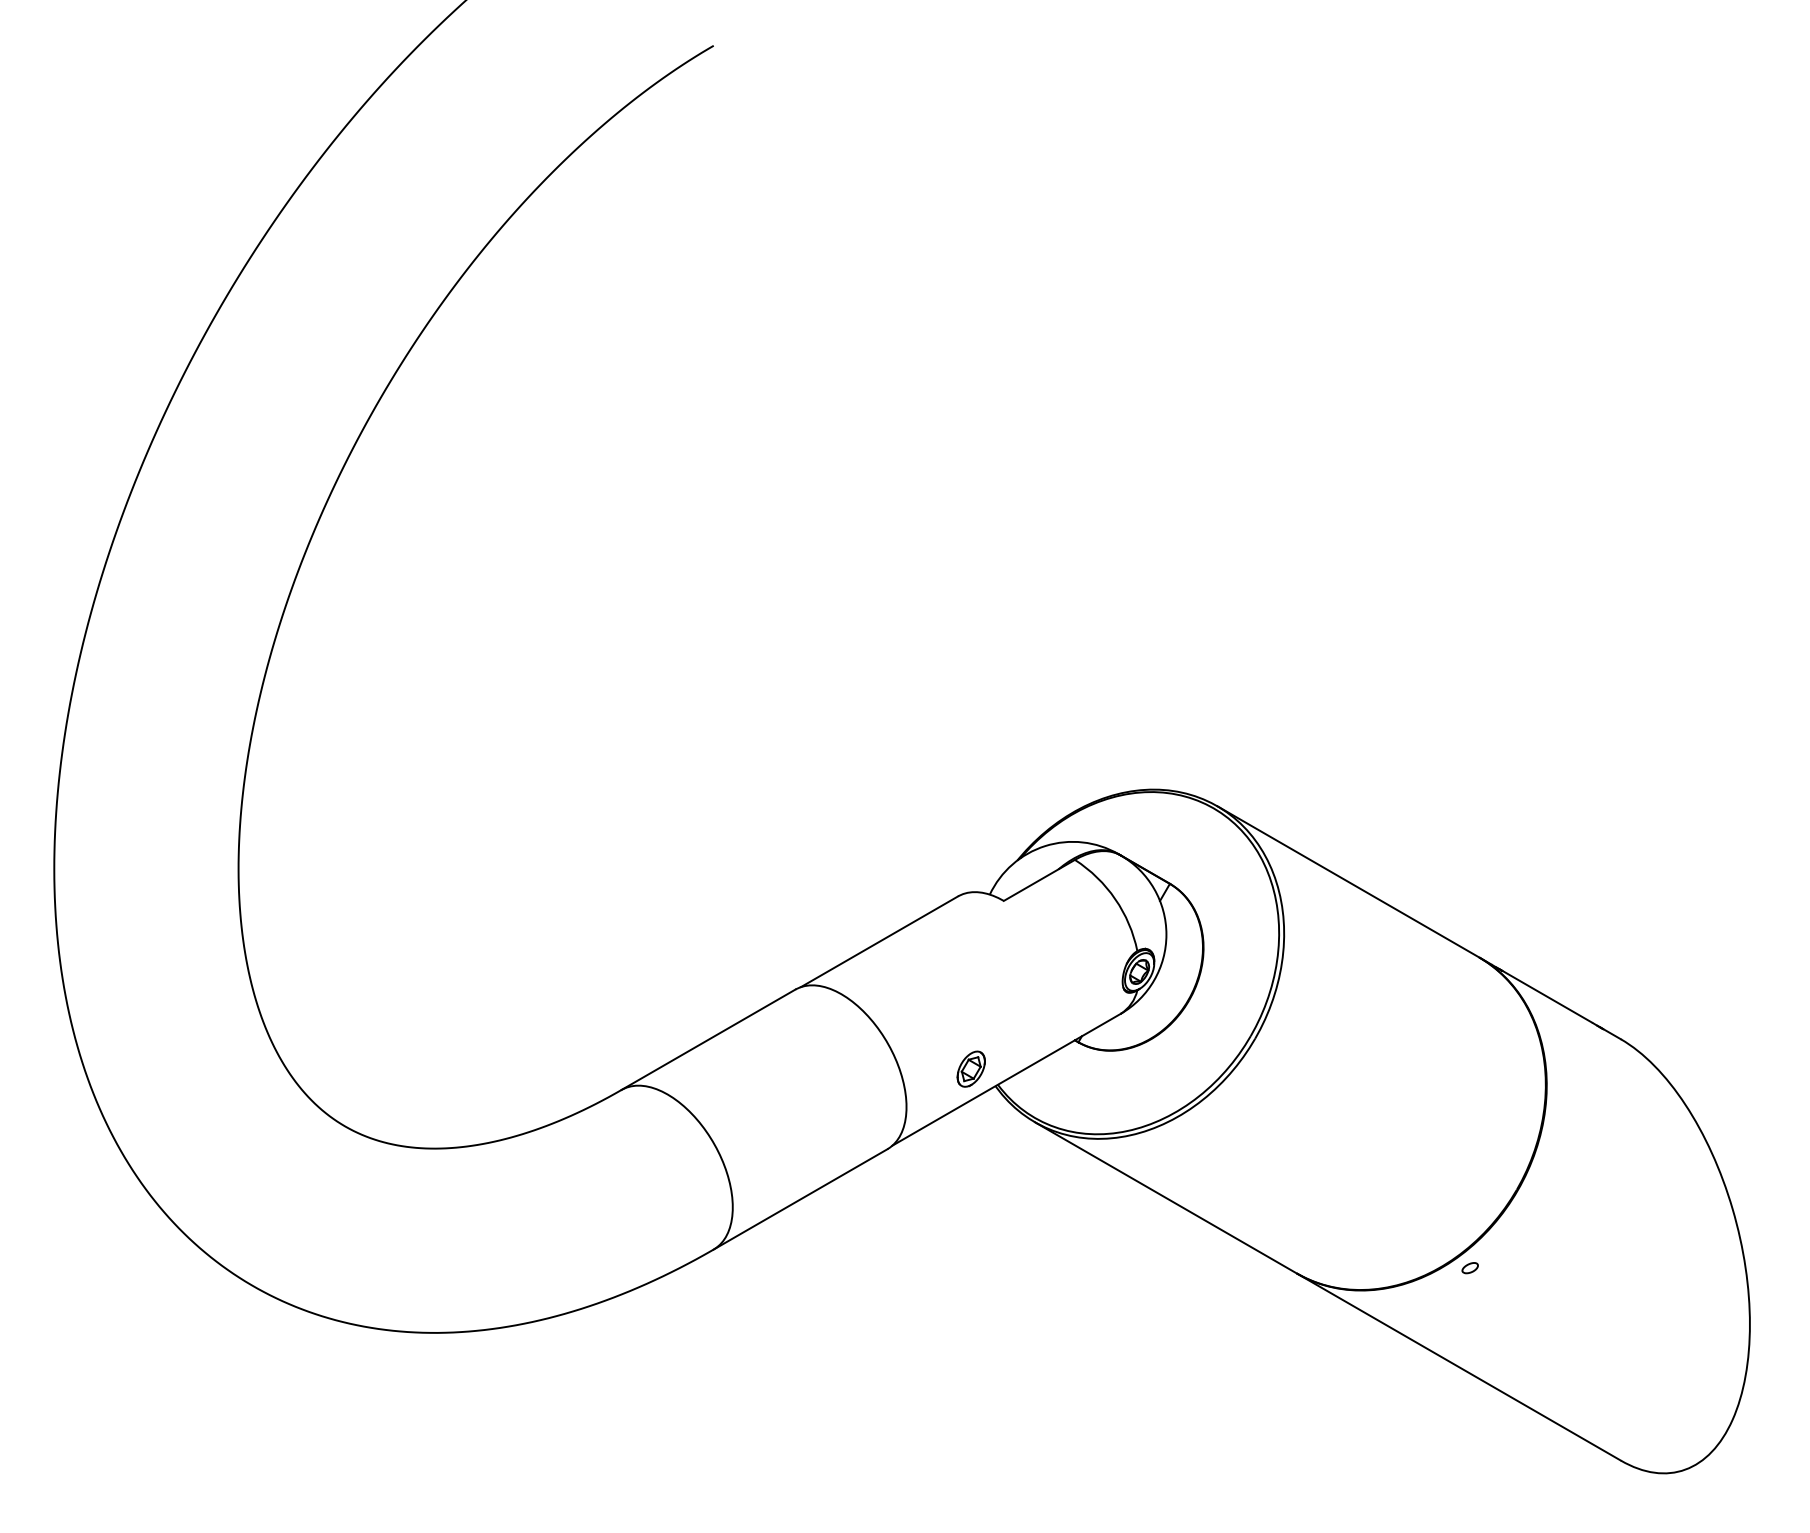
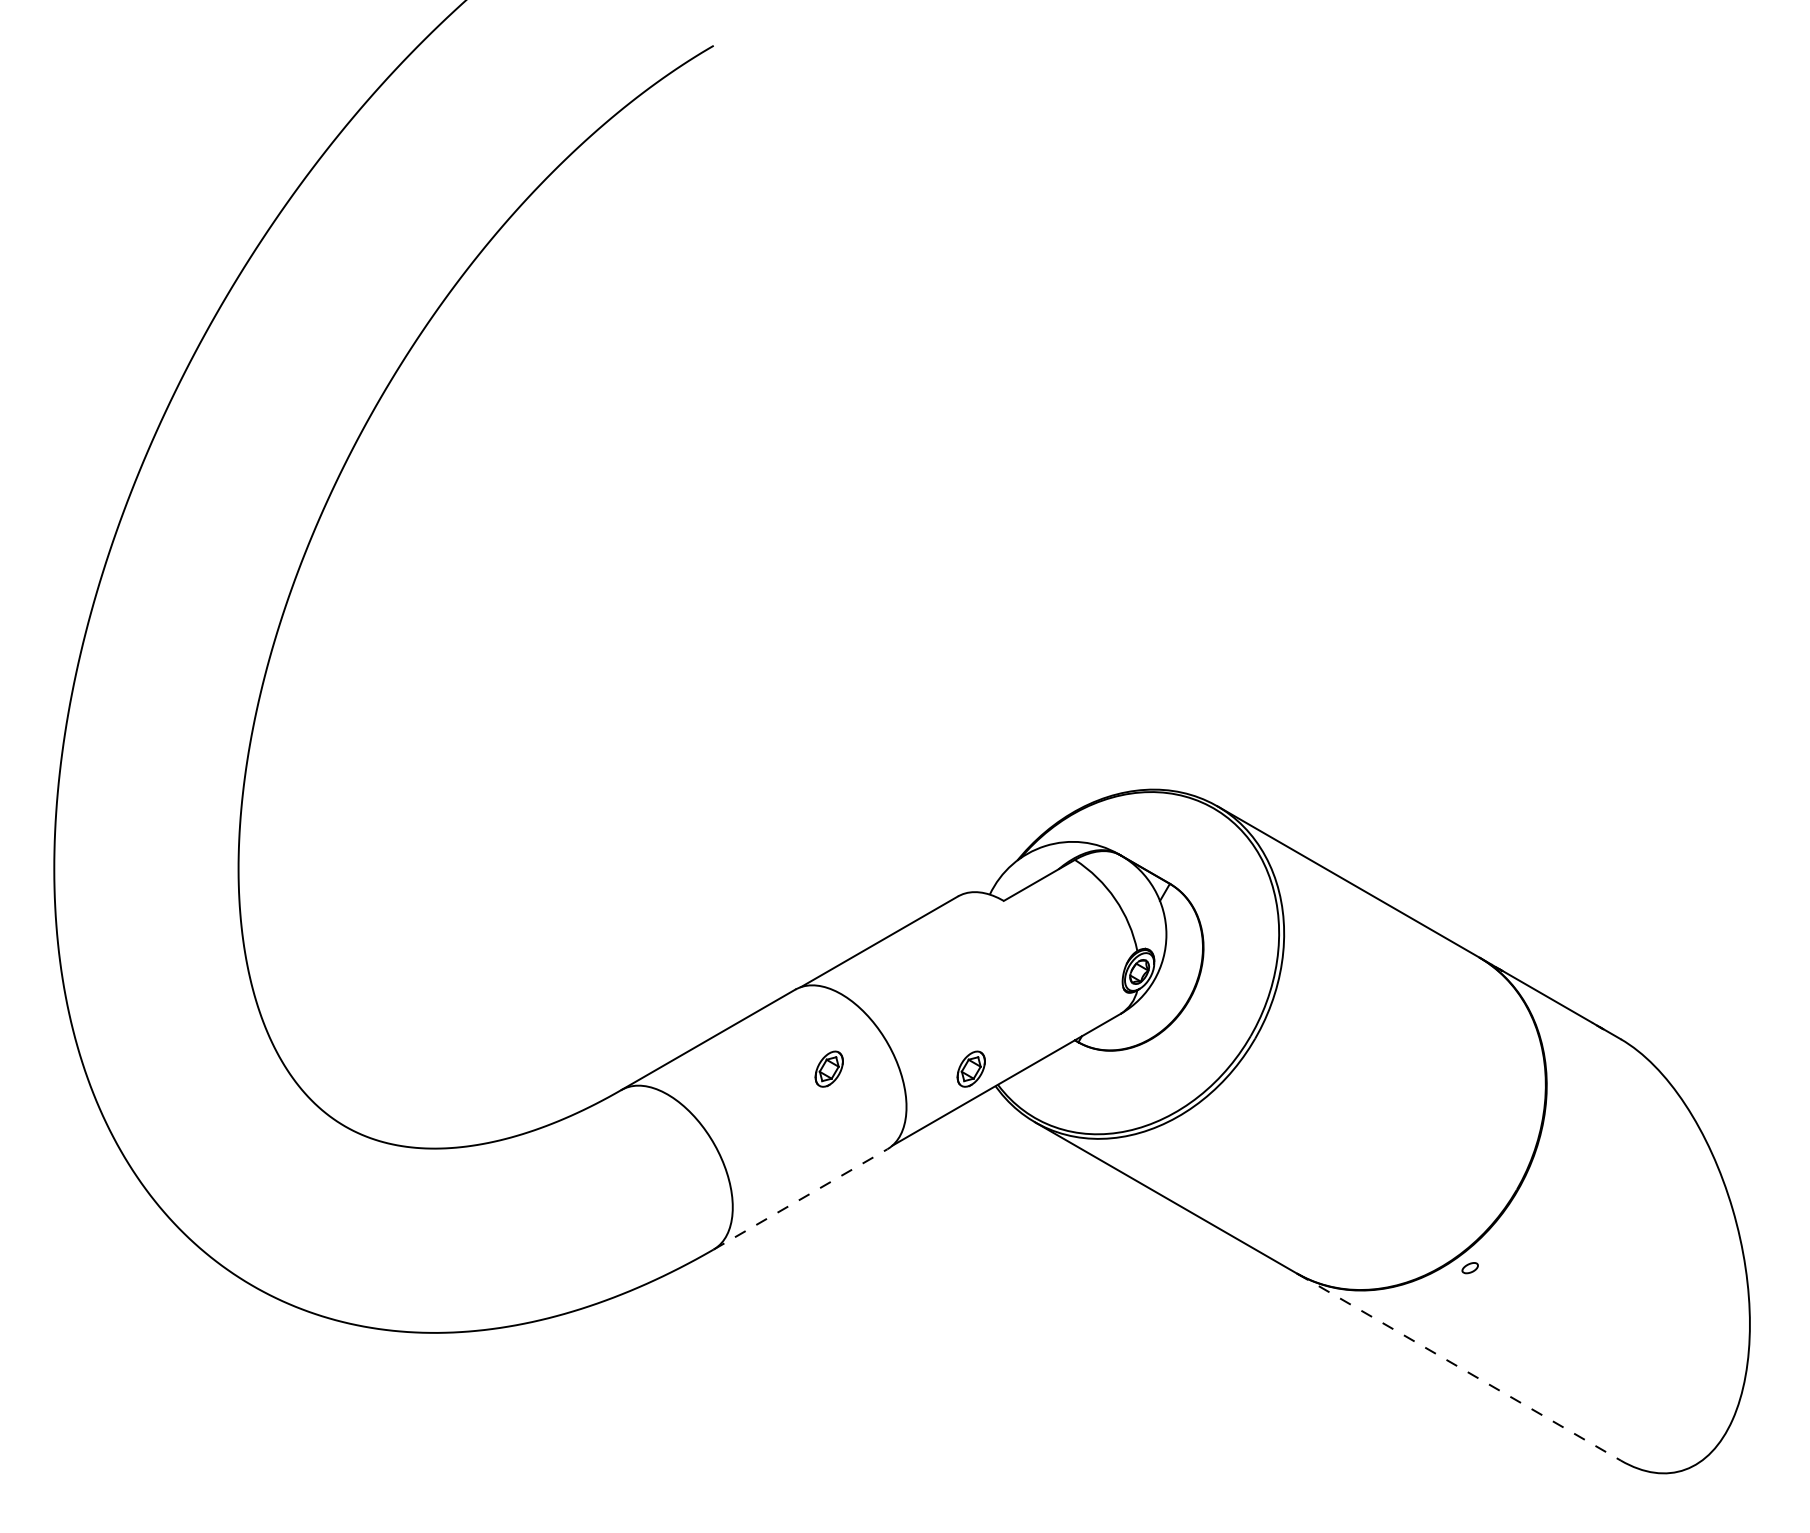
part at (828, 1068): none -> present
line at (801, 1199): solid -> dashed
line at (1459, 1367): solid -> dashed
